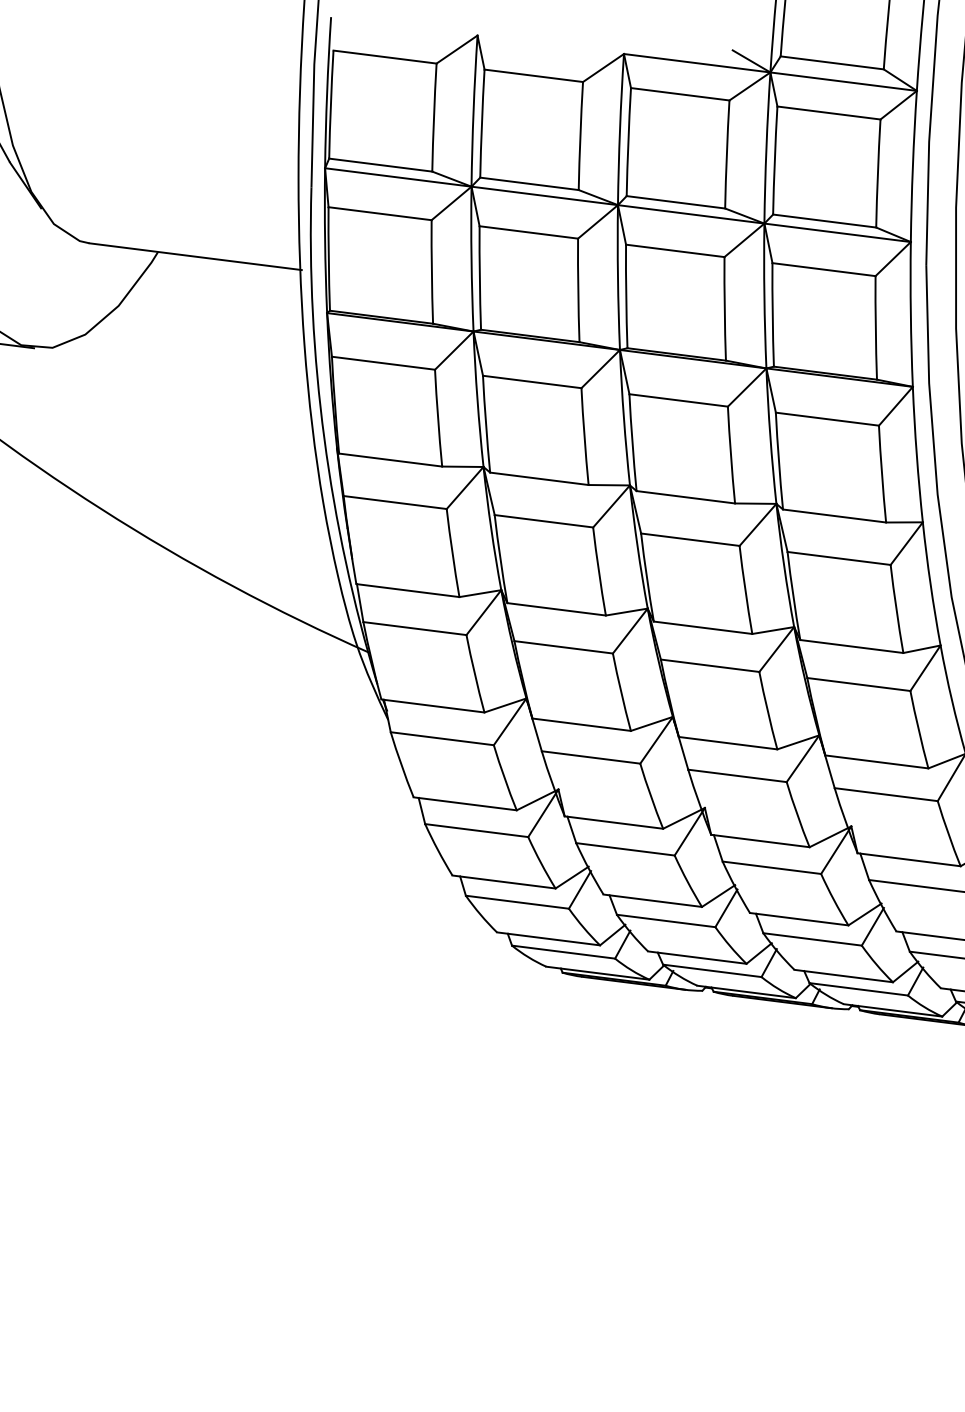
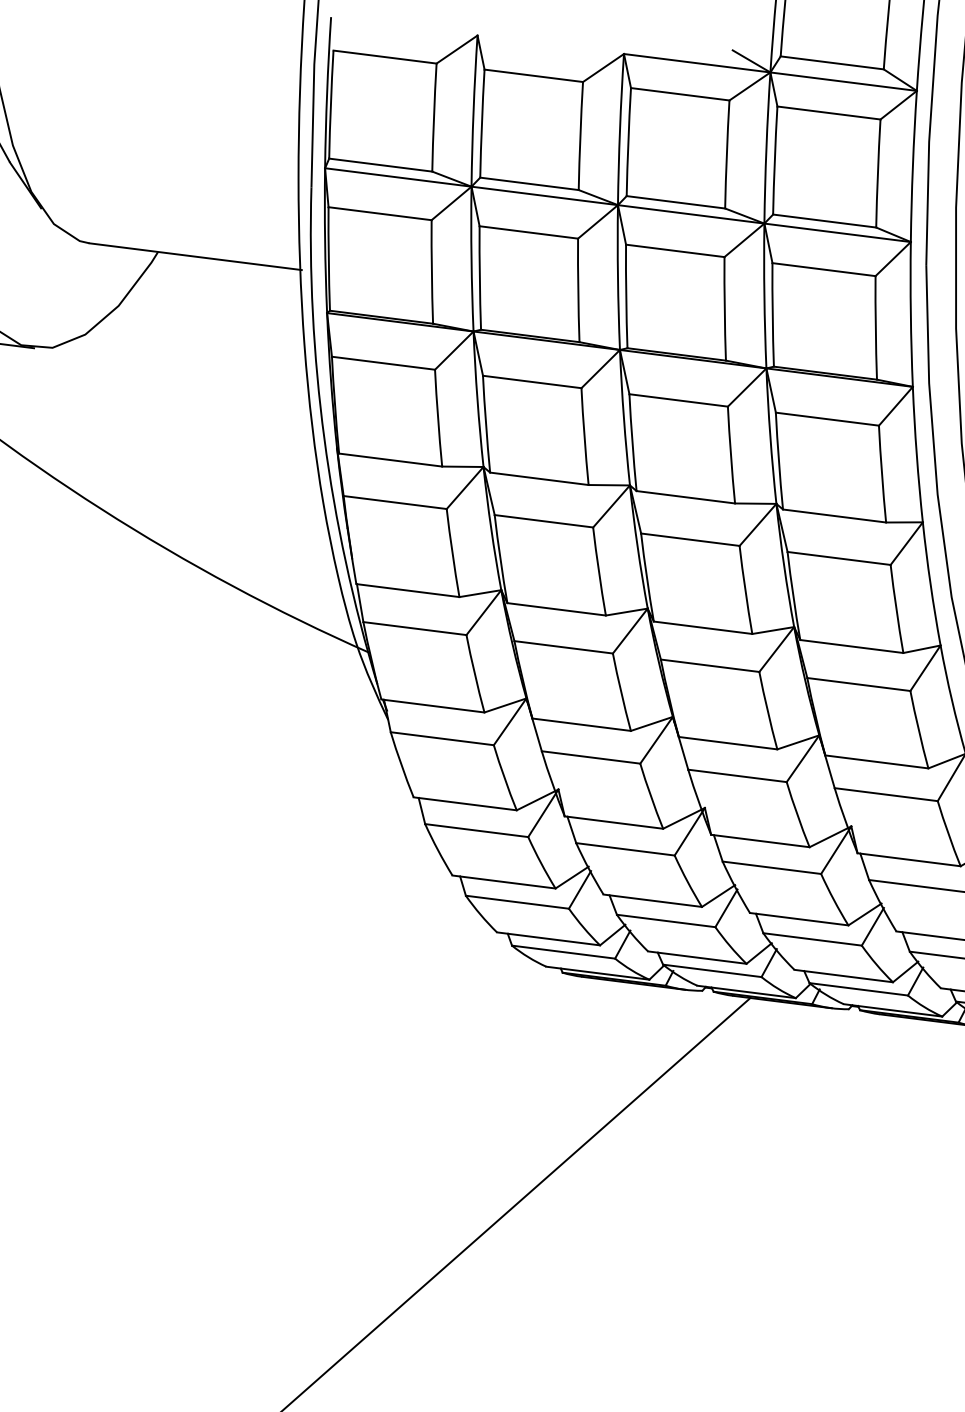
line at (517, 1203): none -> present
